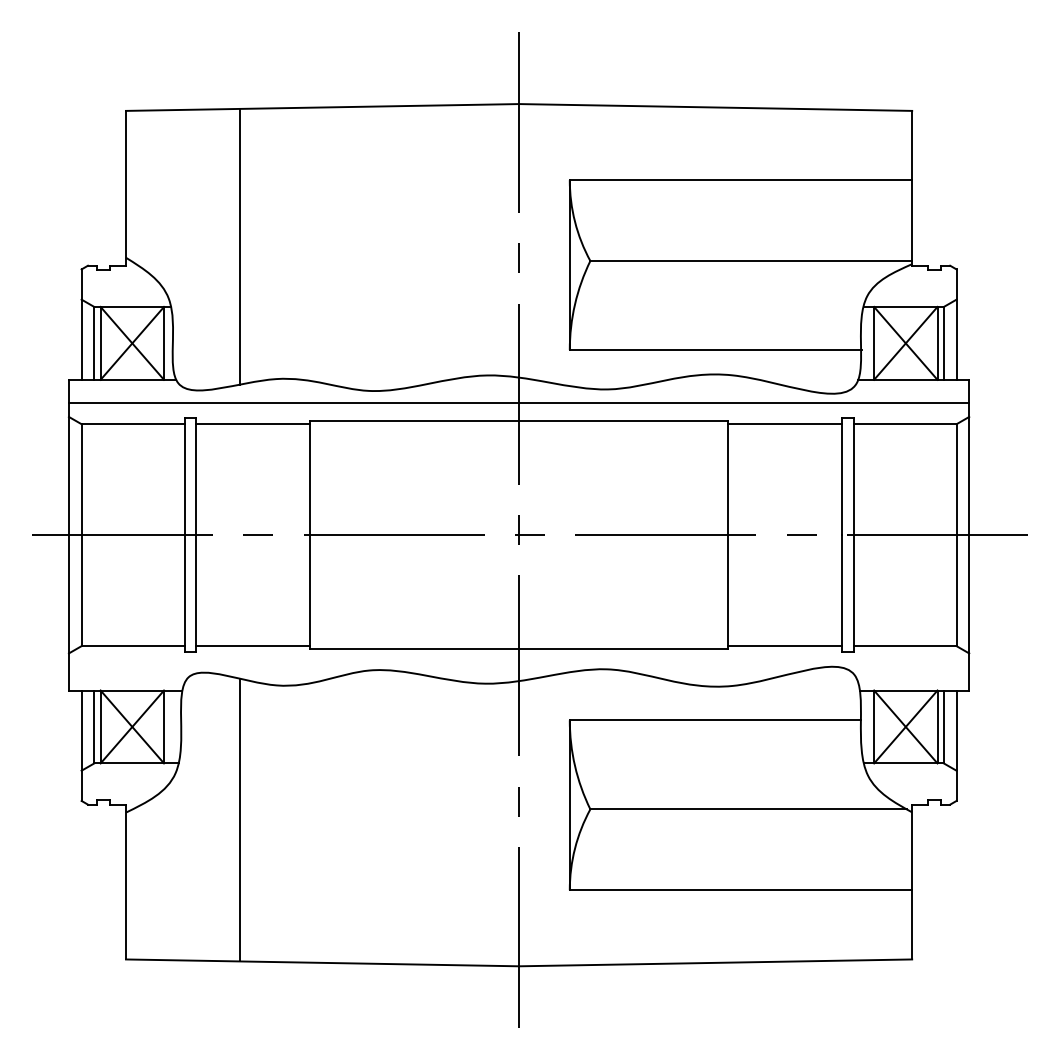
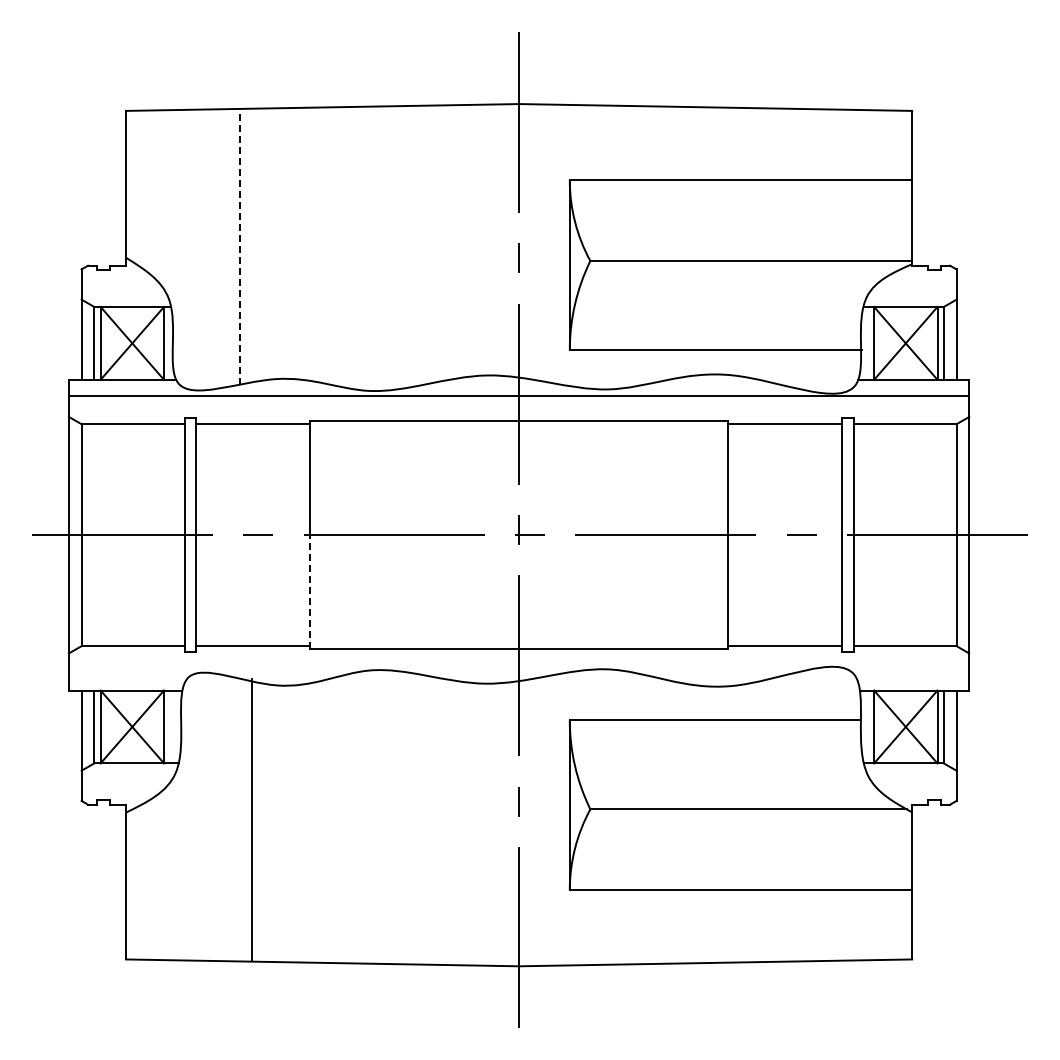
line at (240, 246): solid -> dashed
line at (518, 403) position: (518, 403) -> (518, 396)
line at (309, 591): solid -> dashed
line at (240, 819) position: (240, 819) -> (252, 819)
